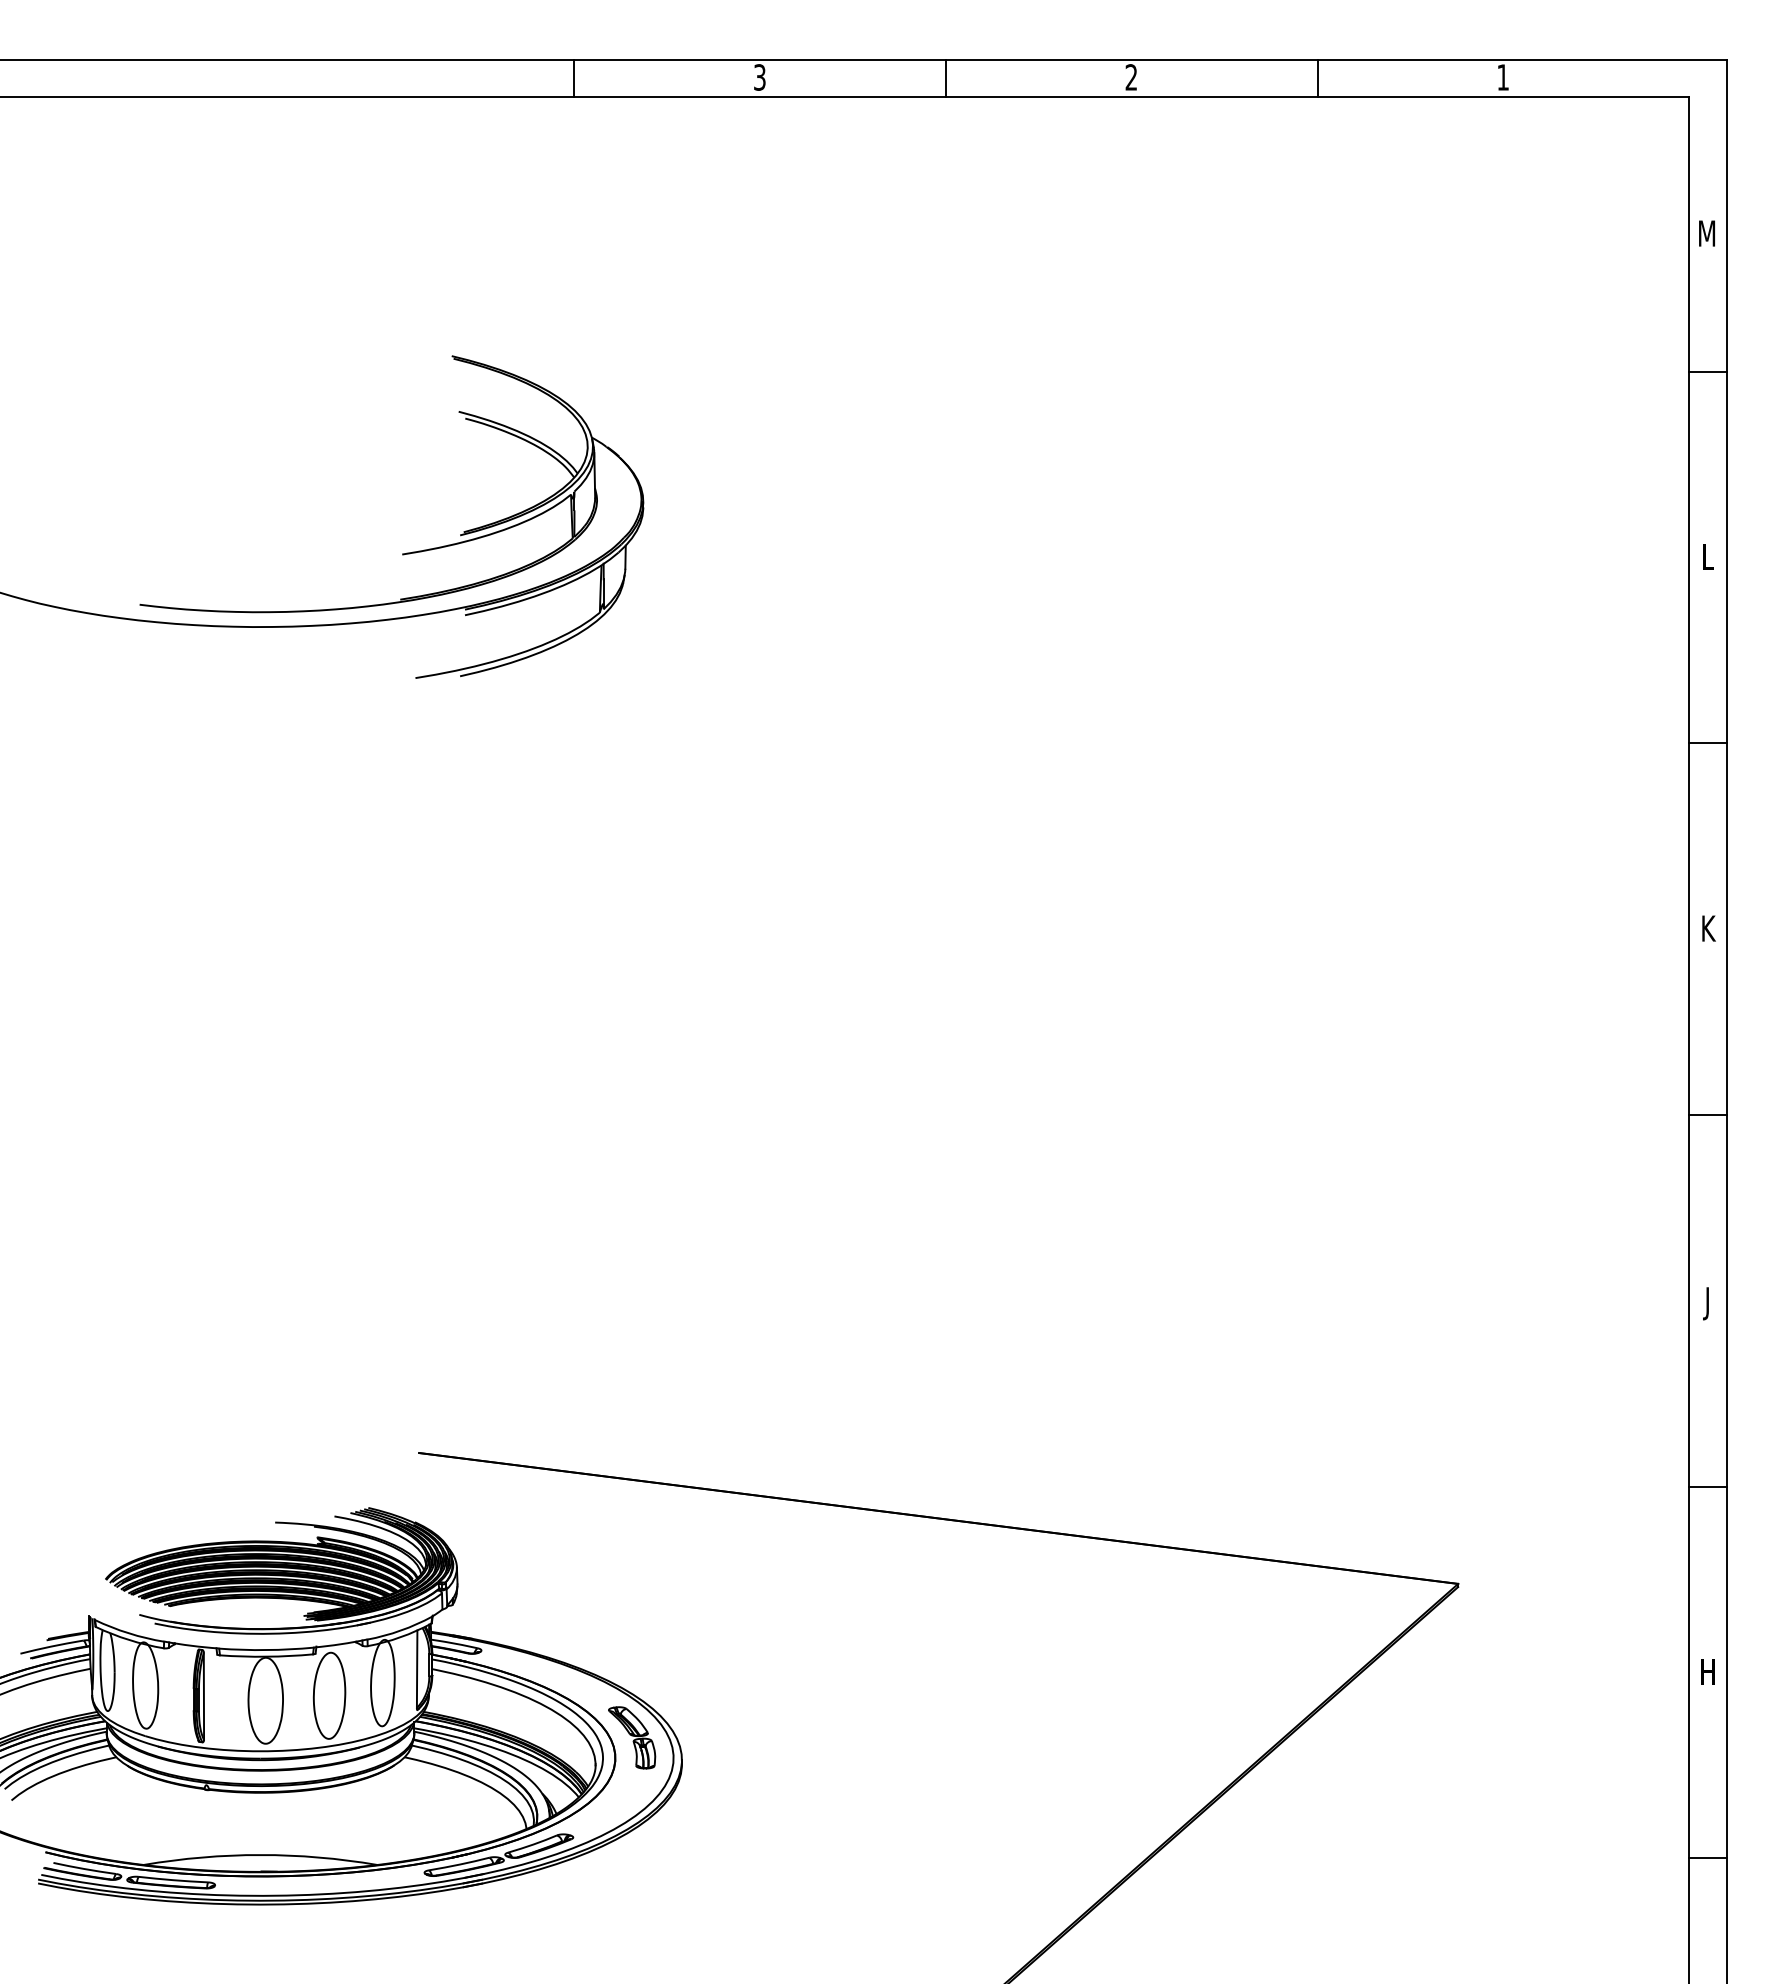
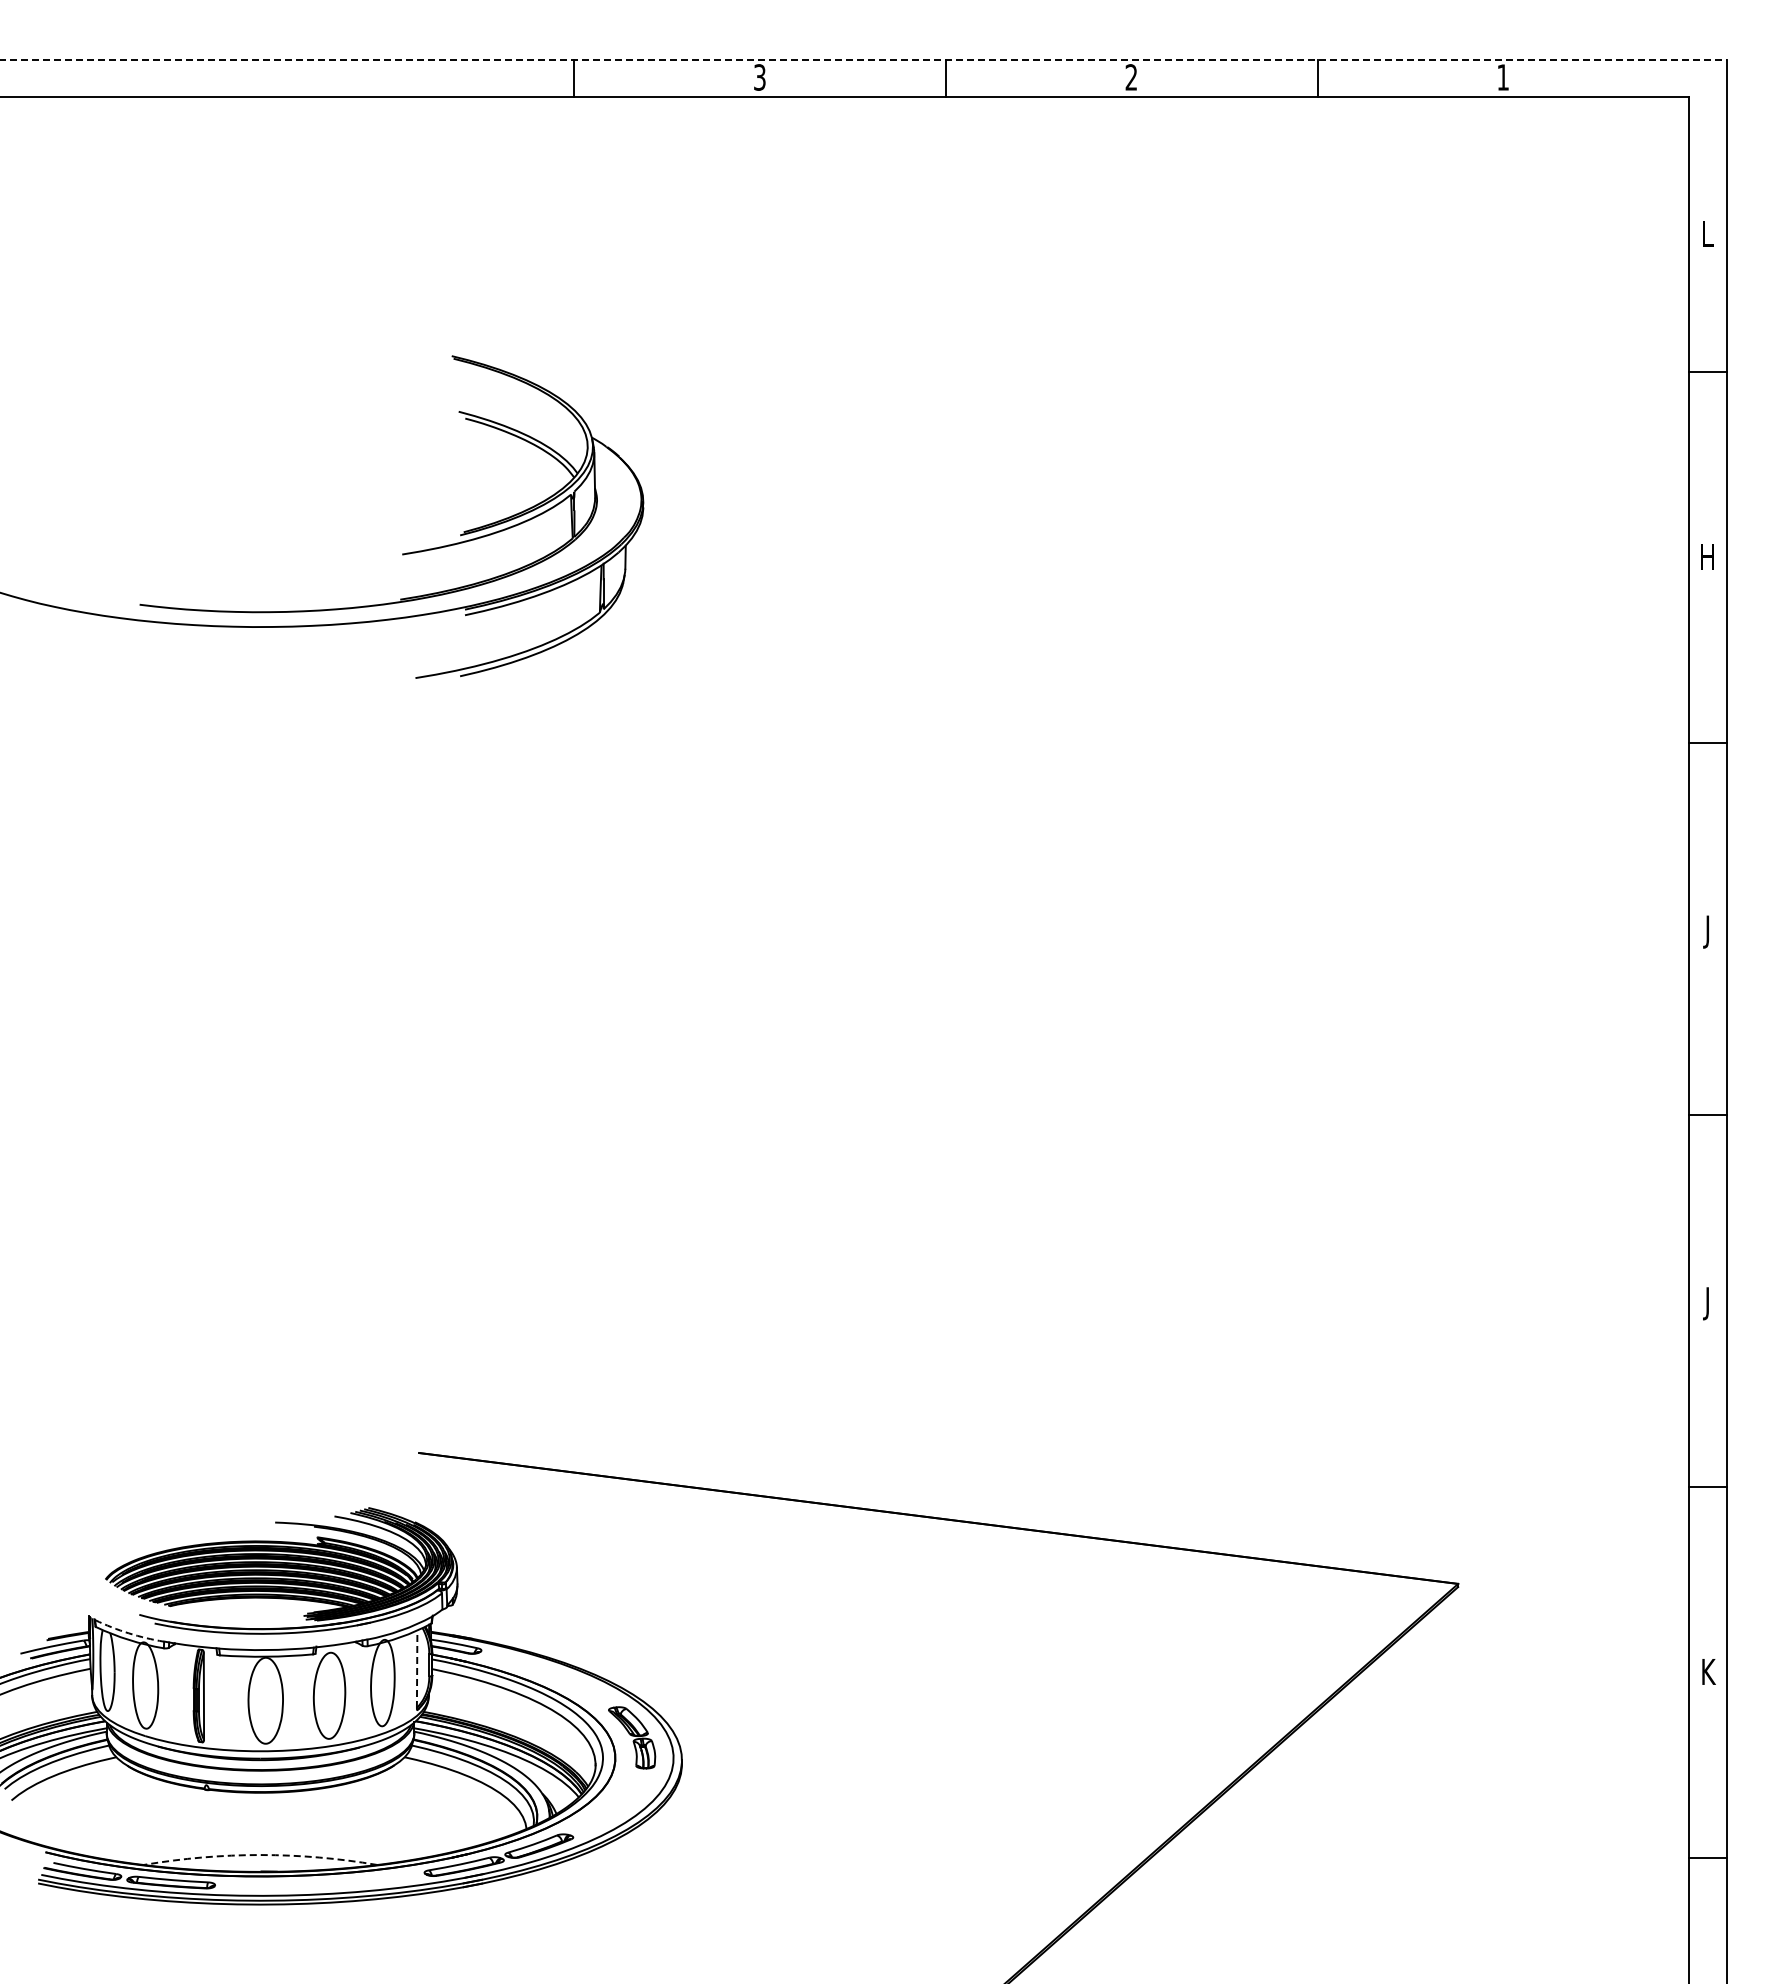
line at (863, 59): solid -> dashed
text at (1707, 233): M -> L
text at (1707, 556): L -> H
text at (1708, 931): K -> J
arc at (128, 1633): solid -> dashed
line at (417, 1669): solid -> dashed
text at (1708, 1671): H -> K
arc at (260, 1855): solid -> dashed
